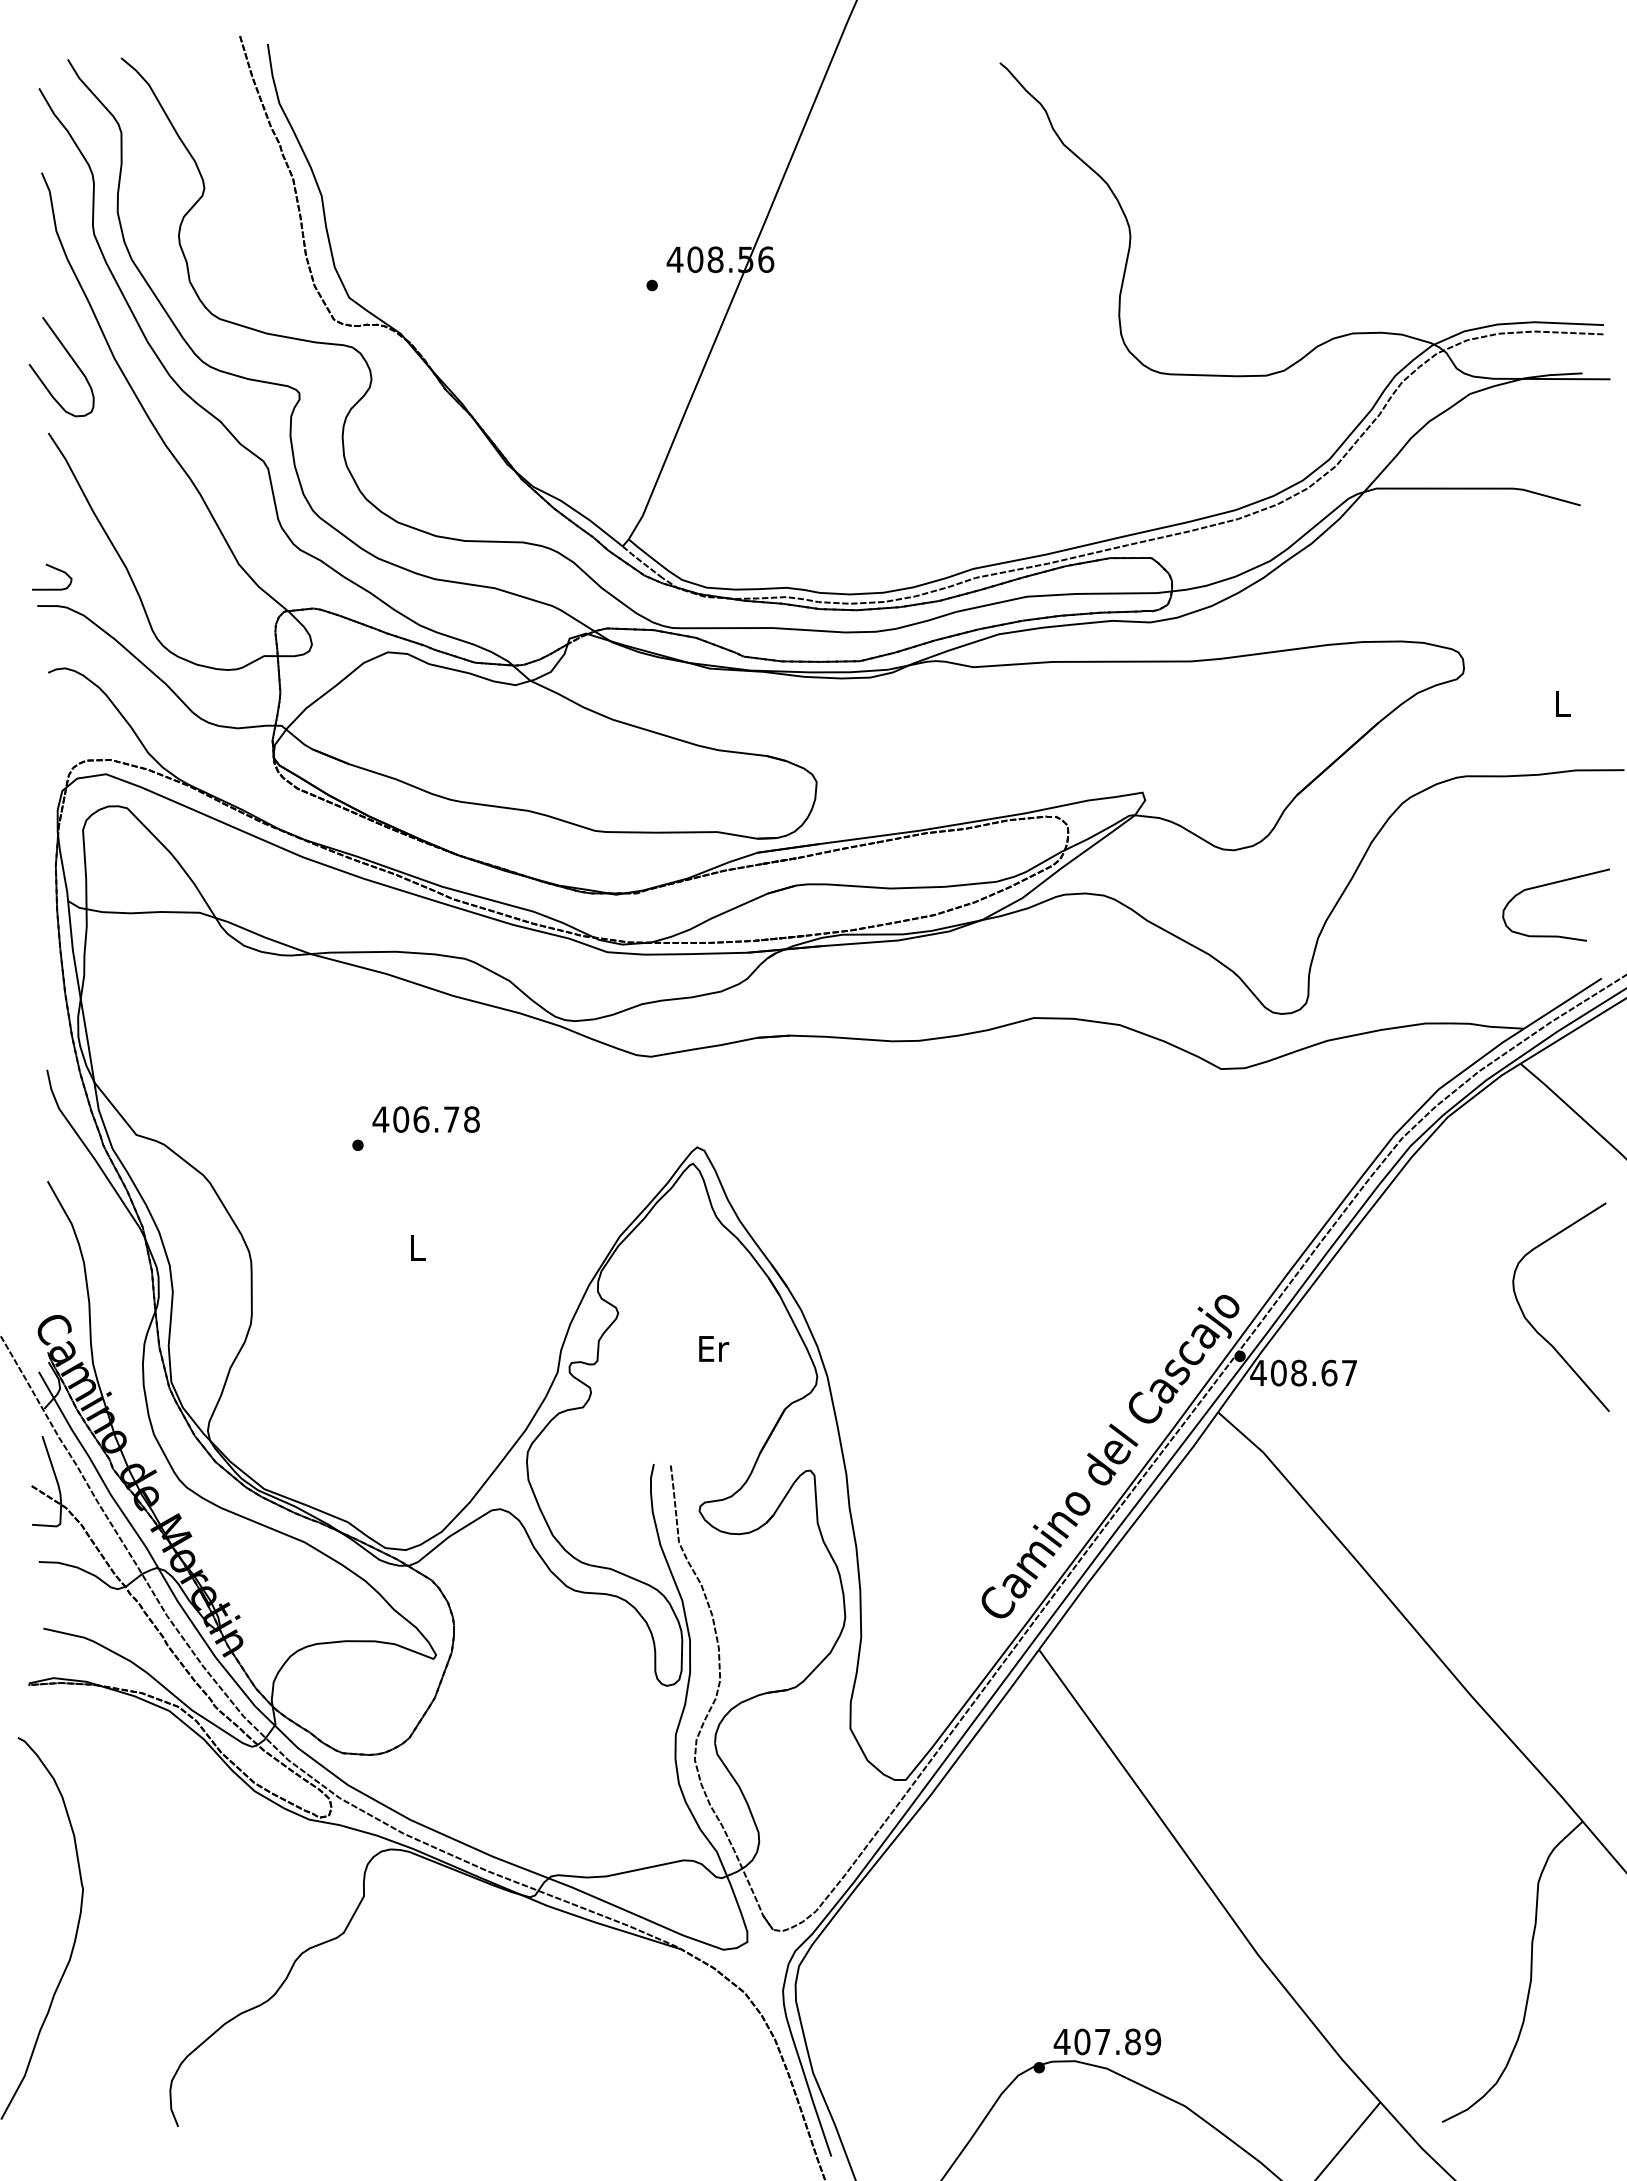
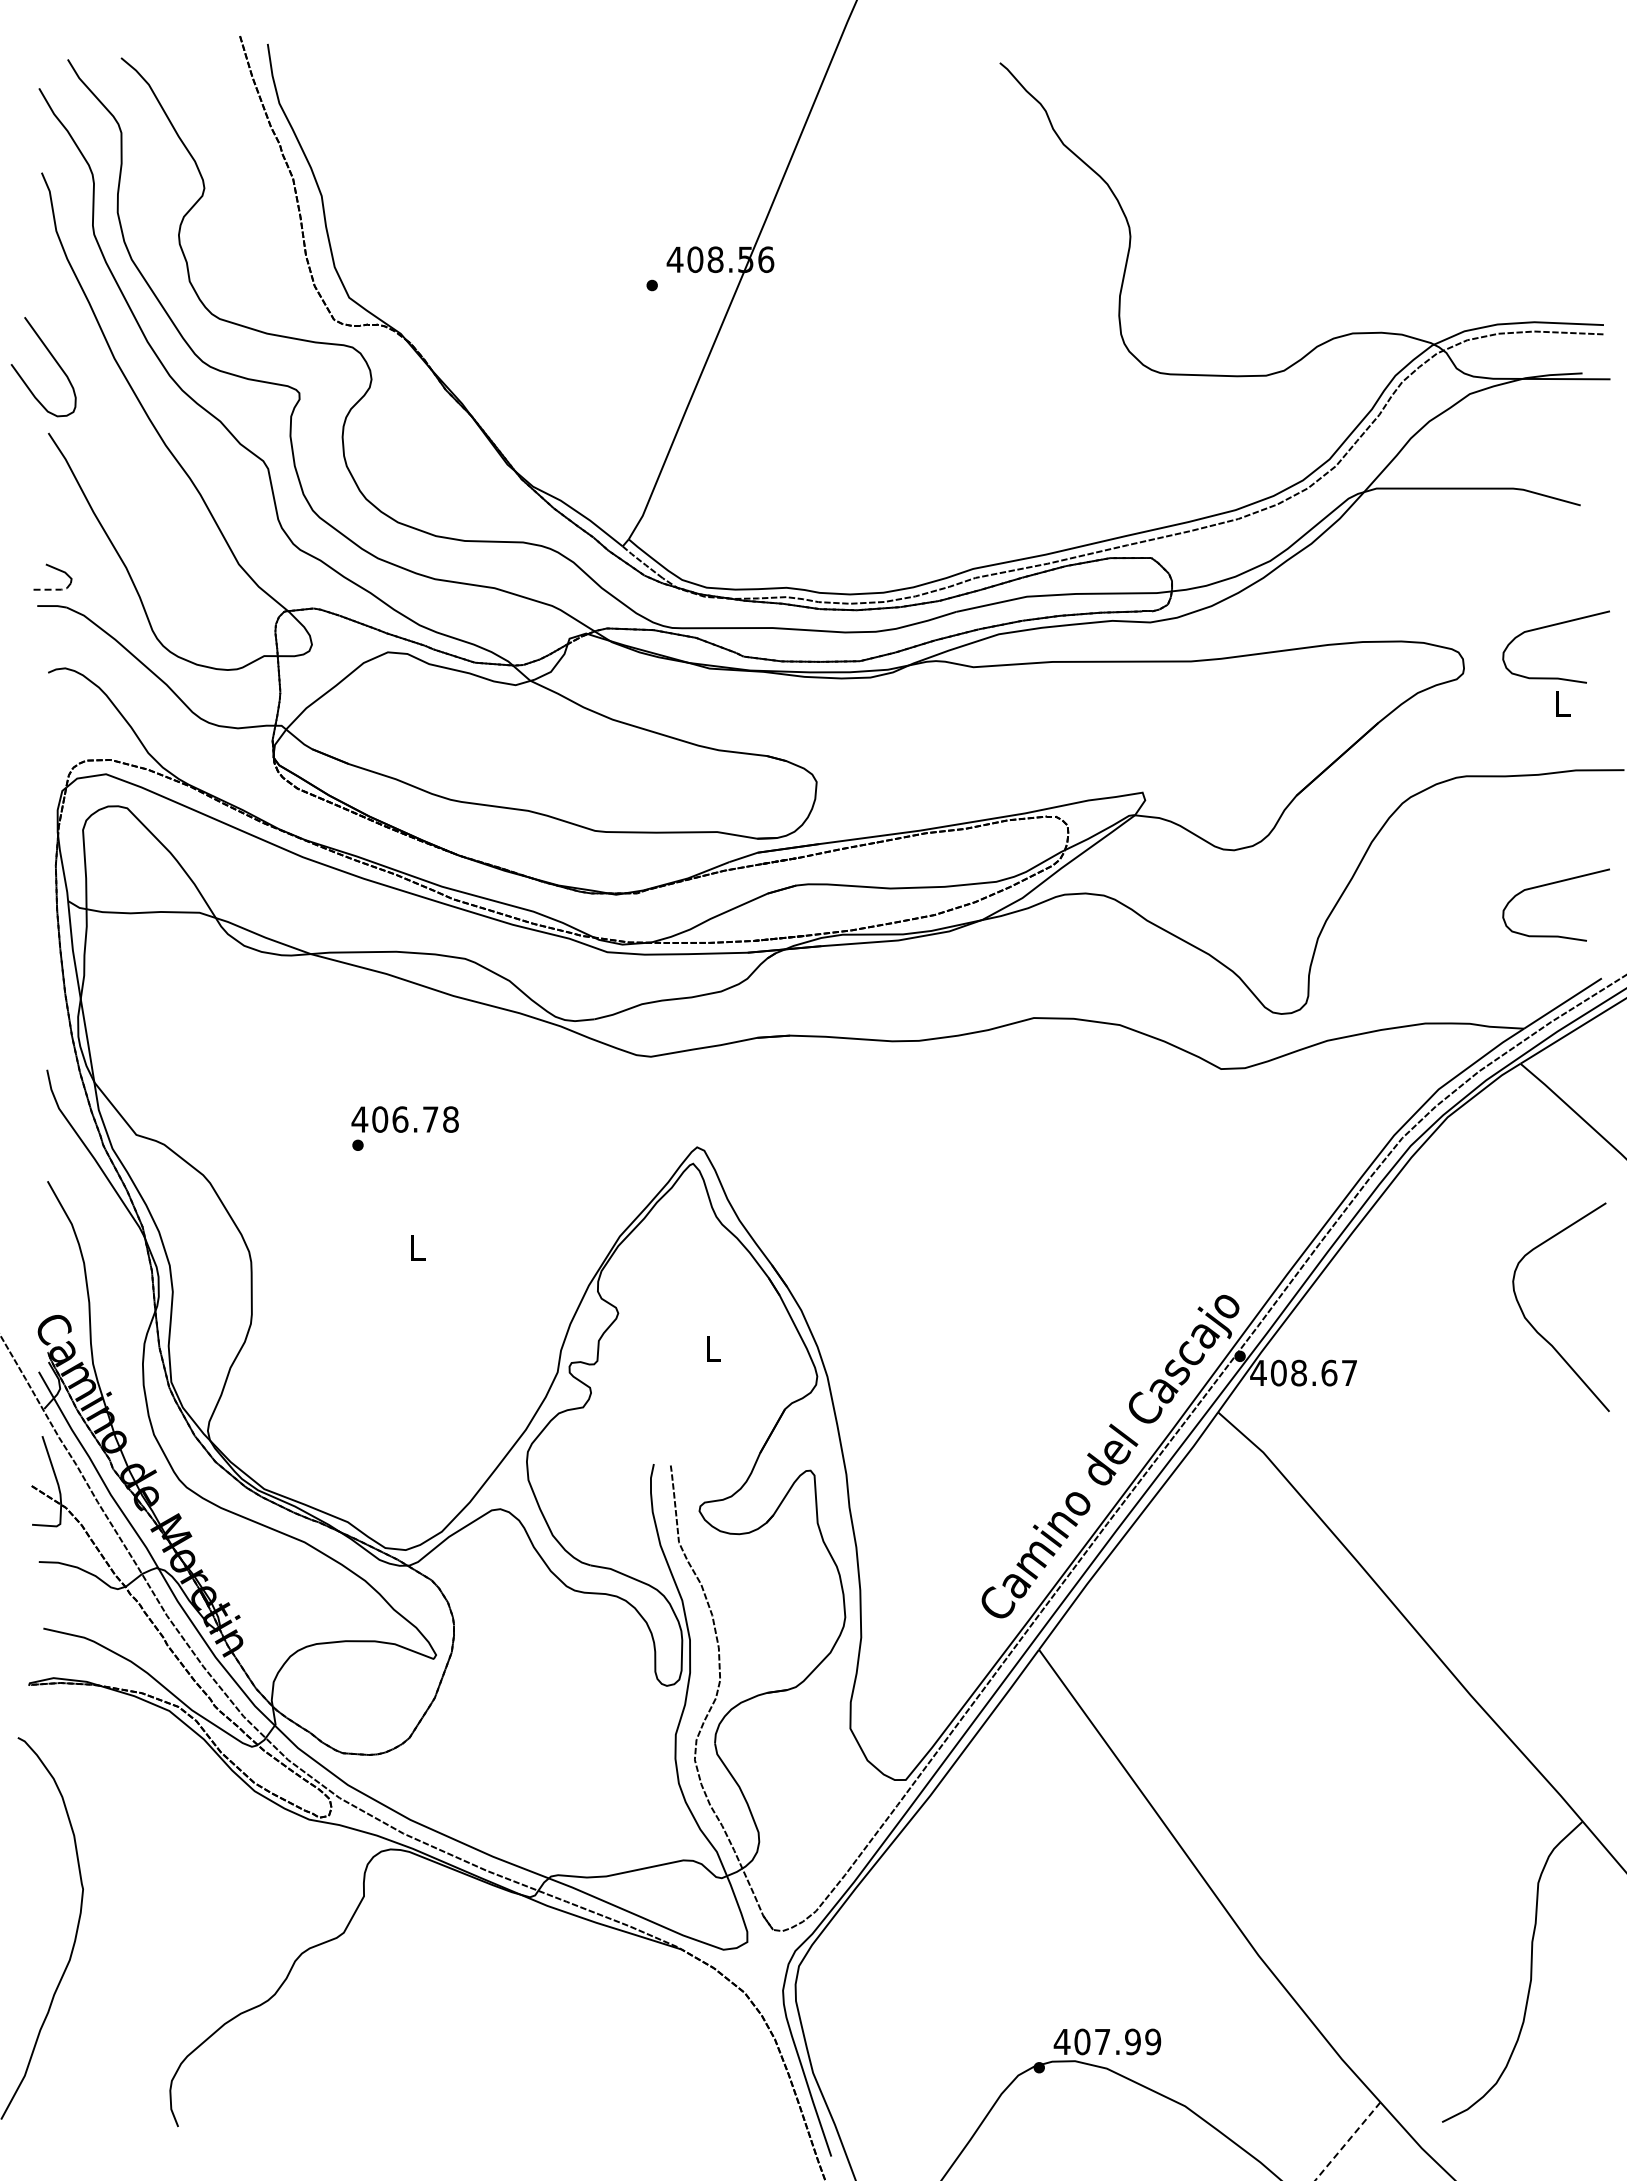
curve at (71, 359) position: (71, 359) -> (53, 359)
line at (53, 589): solid -> dashed
curve at (1552, 626): none -> present
text at (425, 1119) position: (425, 1119) -> (404, 1119)
text at (714, 1348): Er -> L
text at (1132, 2041): 407.89 -> 407.99
line at (1347, 2141): solid -> dashed
